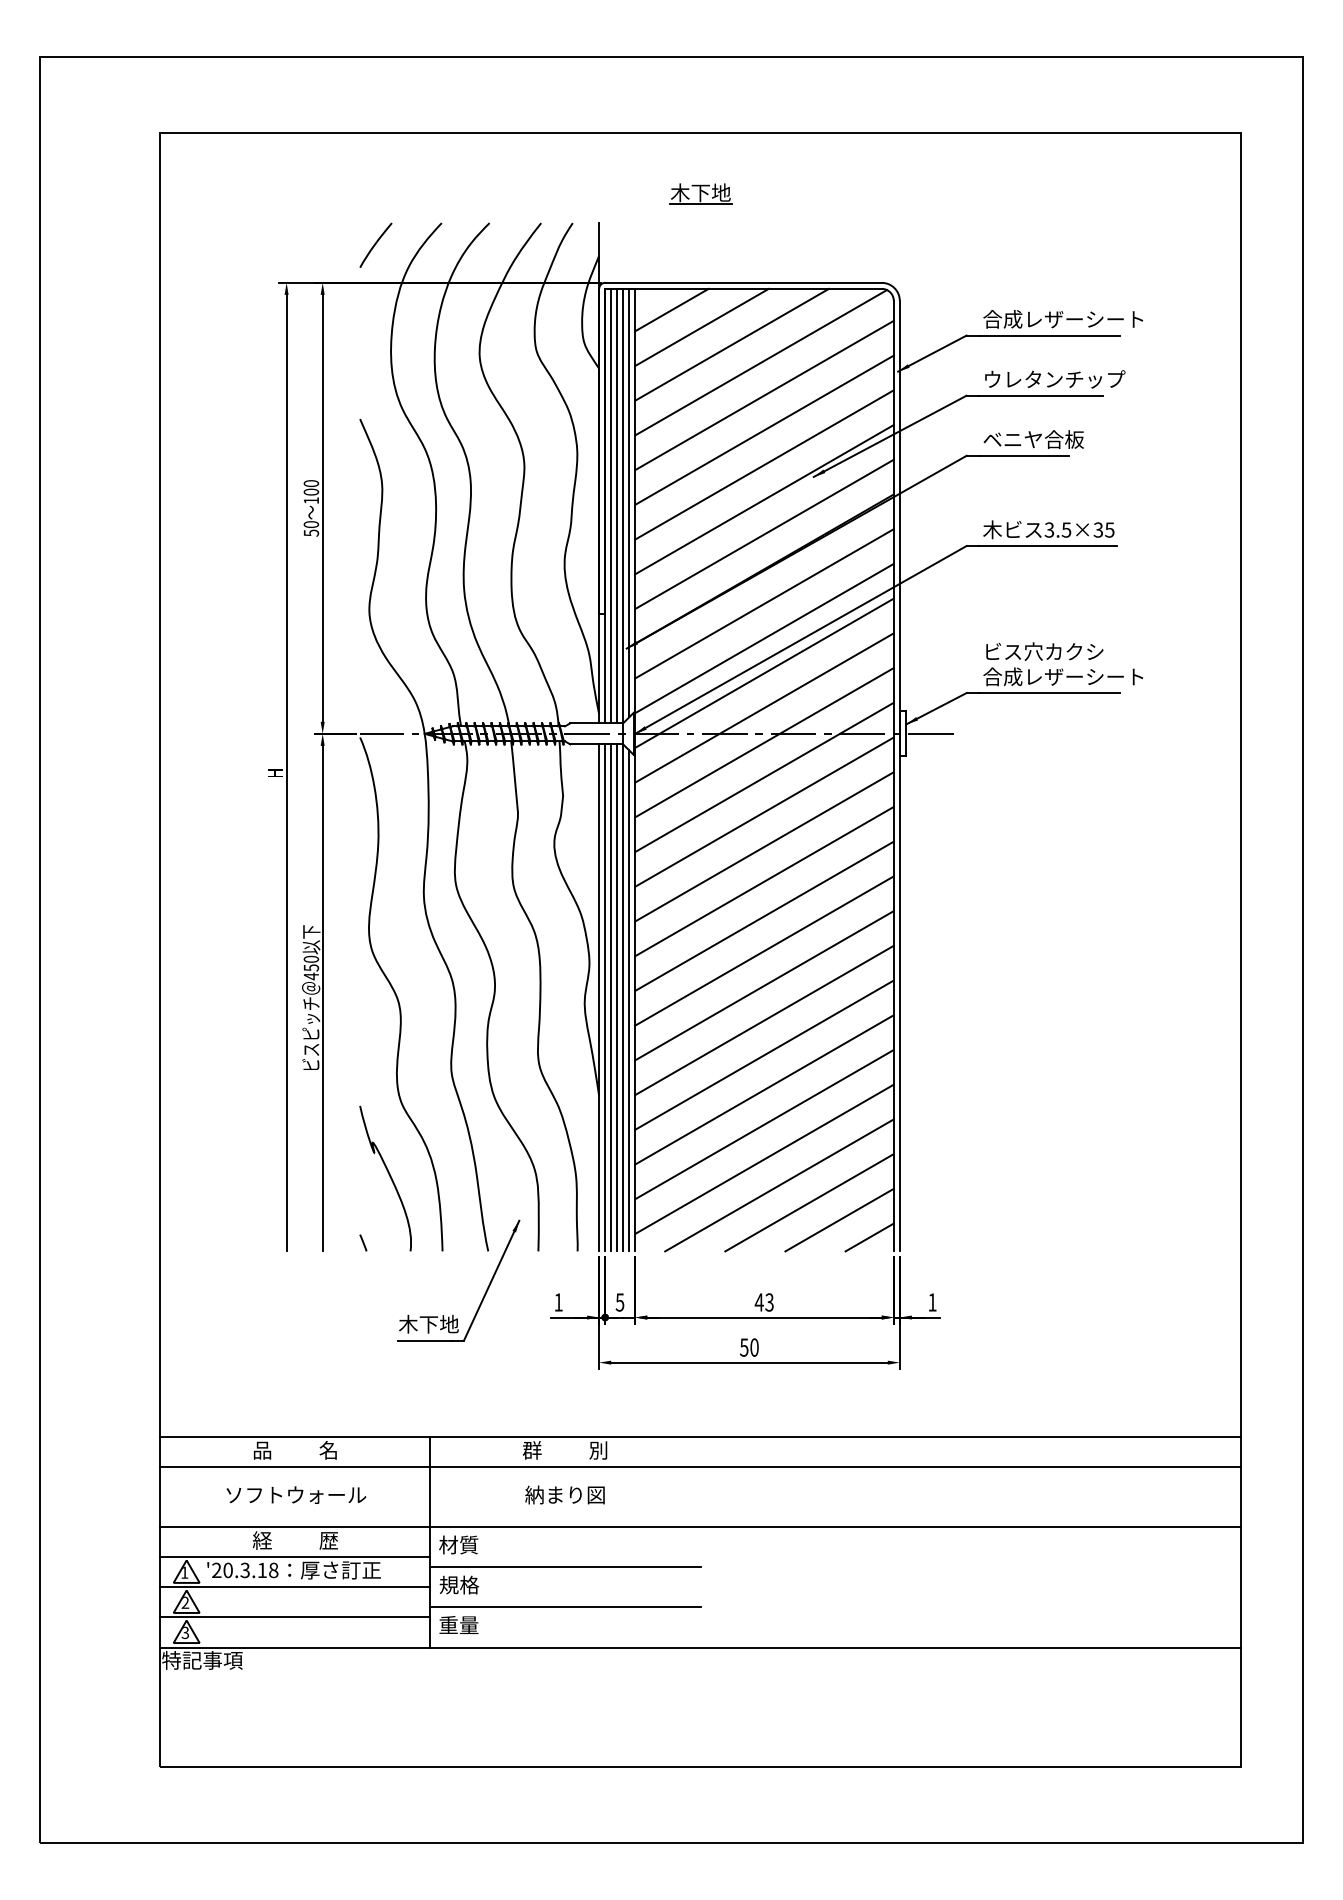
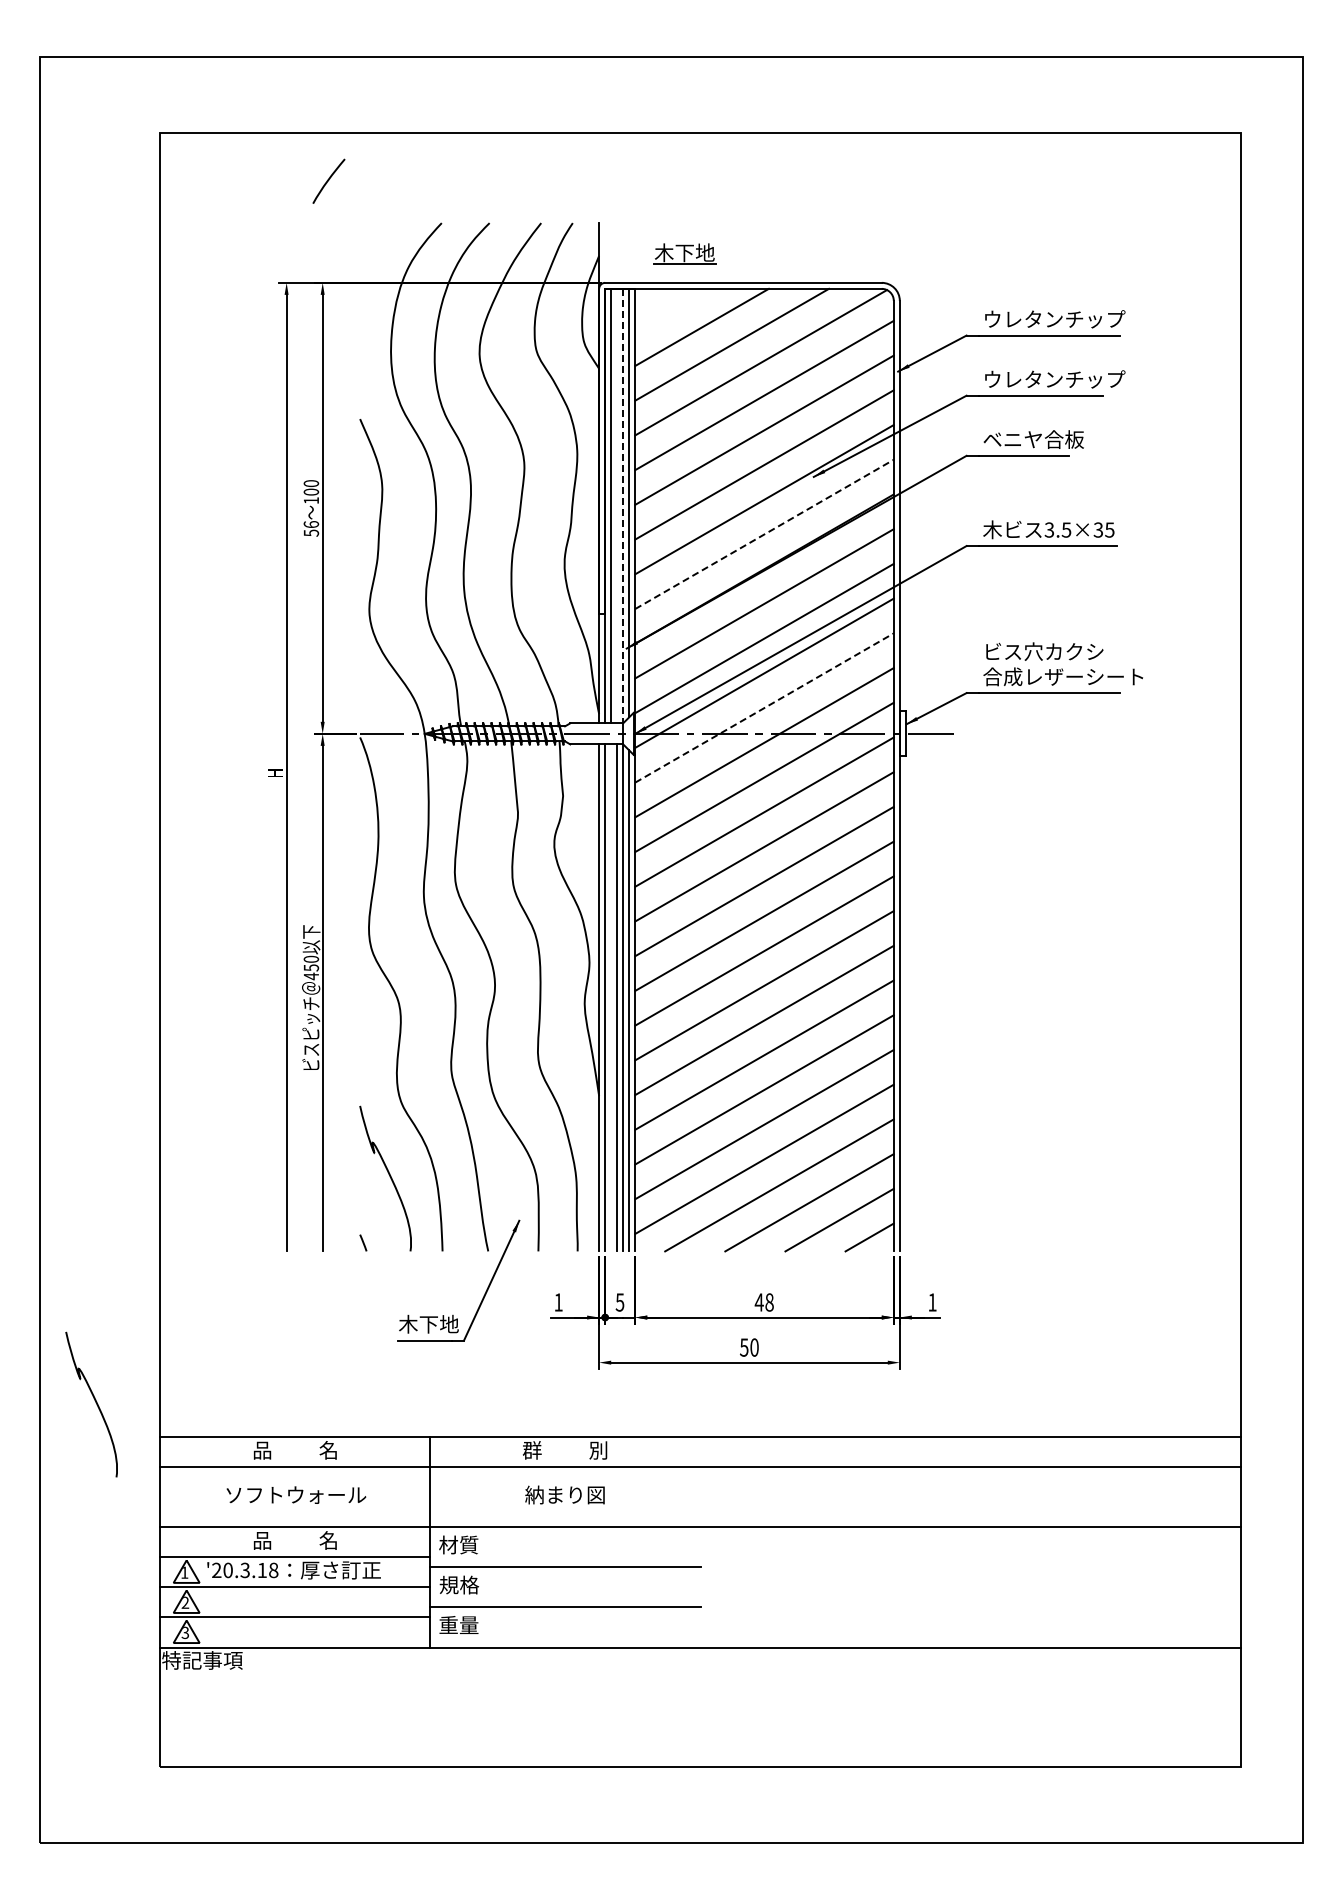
part at (700, 193) position: (700, 193) -> (684, 253)
curve at (375, 244) position: (375, 244) -> (328, 180)
line at (671, 309): present -> none
text at (1063, 319): 合成レザーシート -> ウレタンチップ
line at (617, 505): present -> none
line at (623, 506): solid -> dashed
text at (310, 524): 50 -> 56
line at (764, 534): solid -> dashed
line at (764, 707): solid -> dashed
line at (611, 997): present -> none
text at (769, 1302): 43 -> 48
curve at (95, 1402): none -> present
text at (294, 1540): 経          歴 -> 品          名
